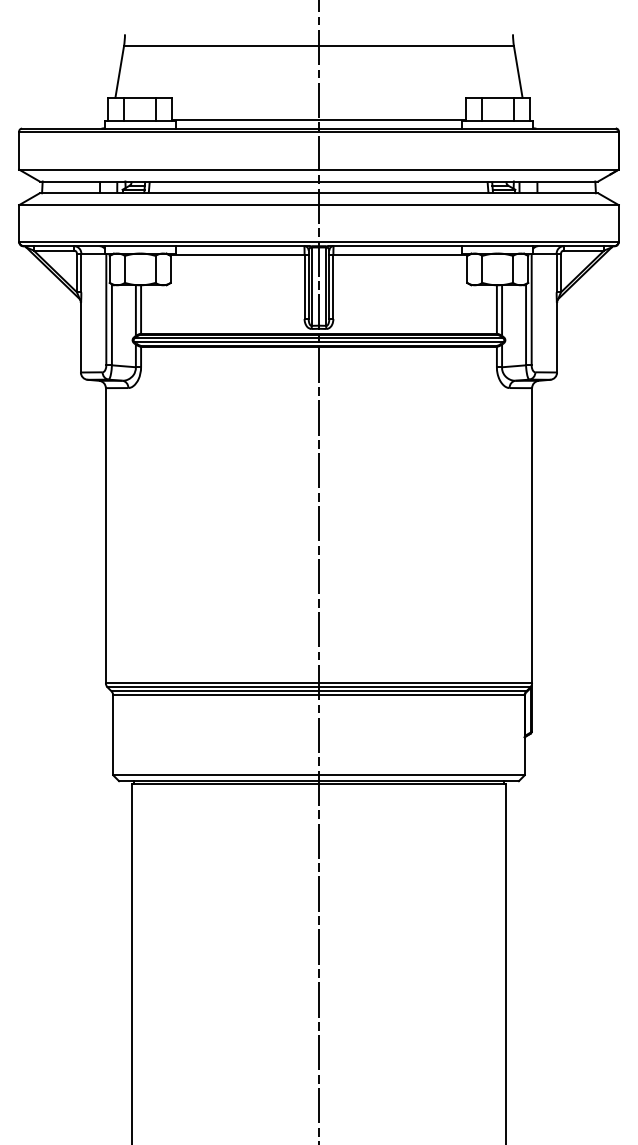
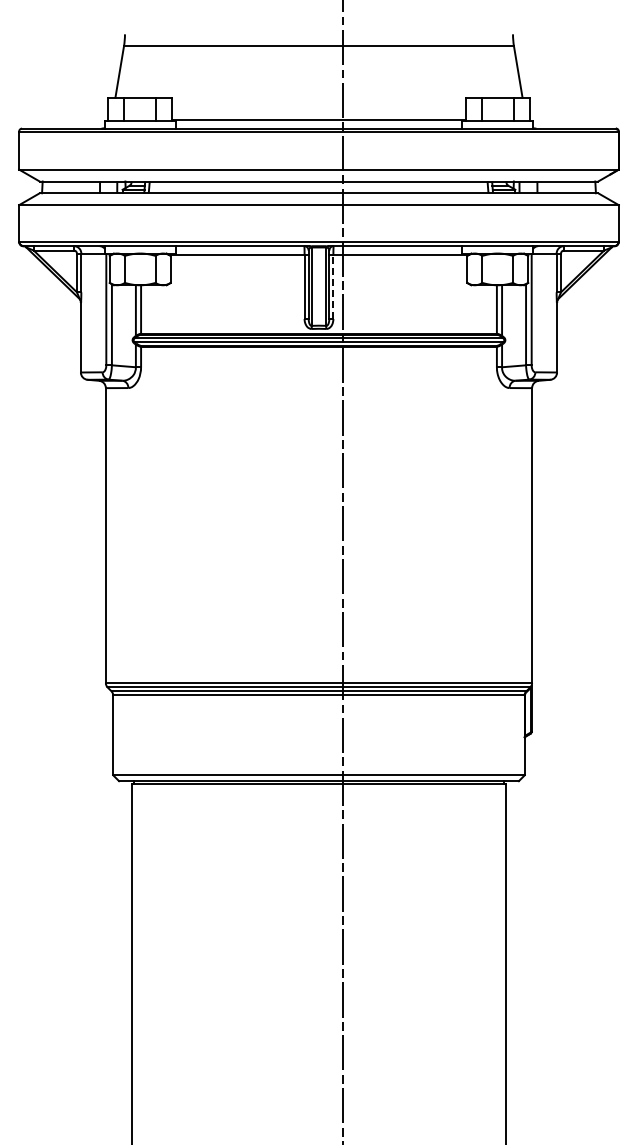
line at (333, 286): solid -> dashed
line at (319, 571) position: (319, 571) -> (343, 571)
